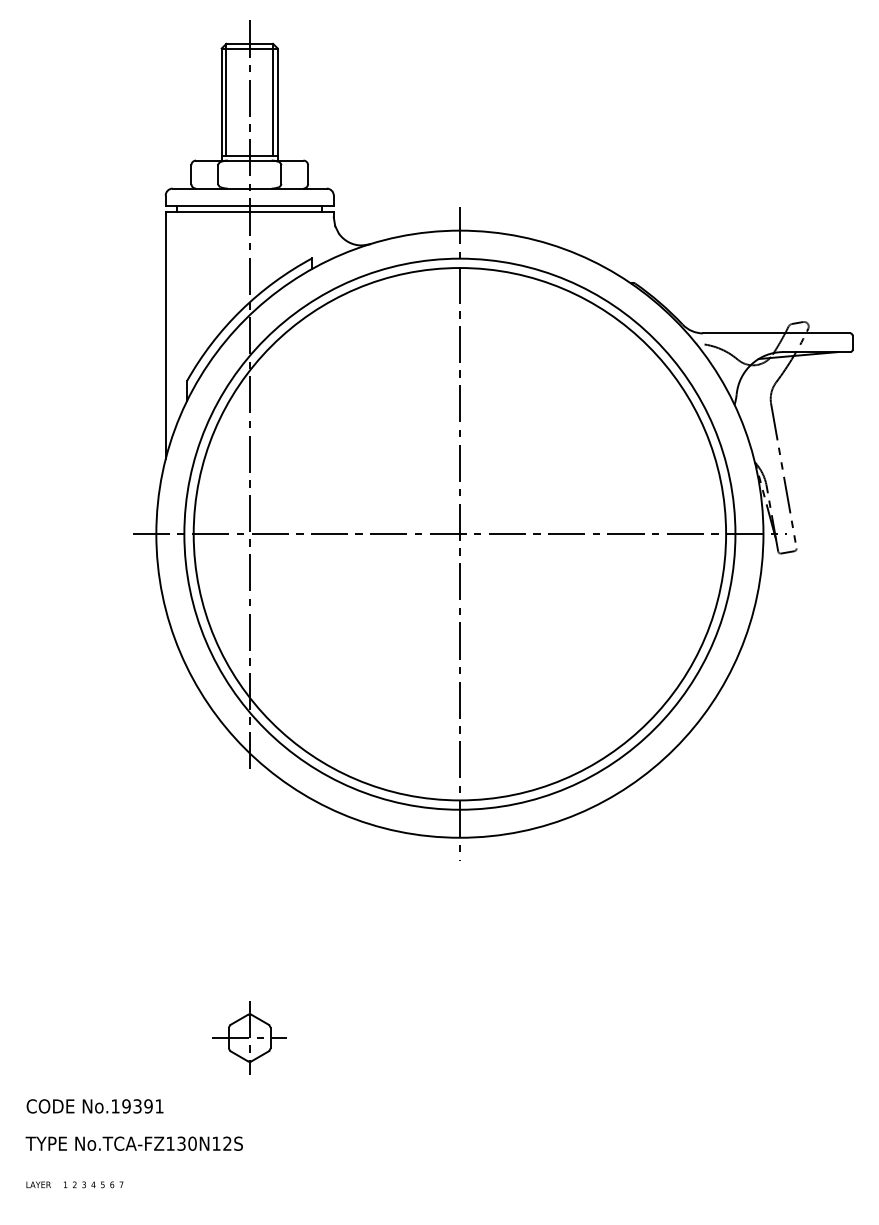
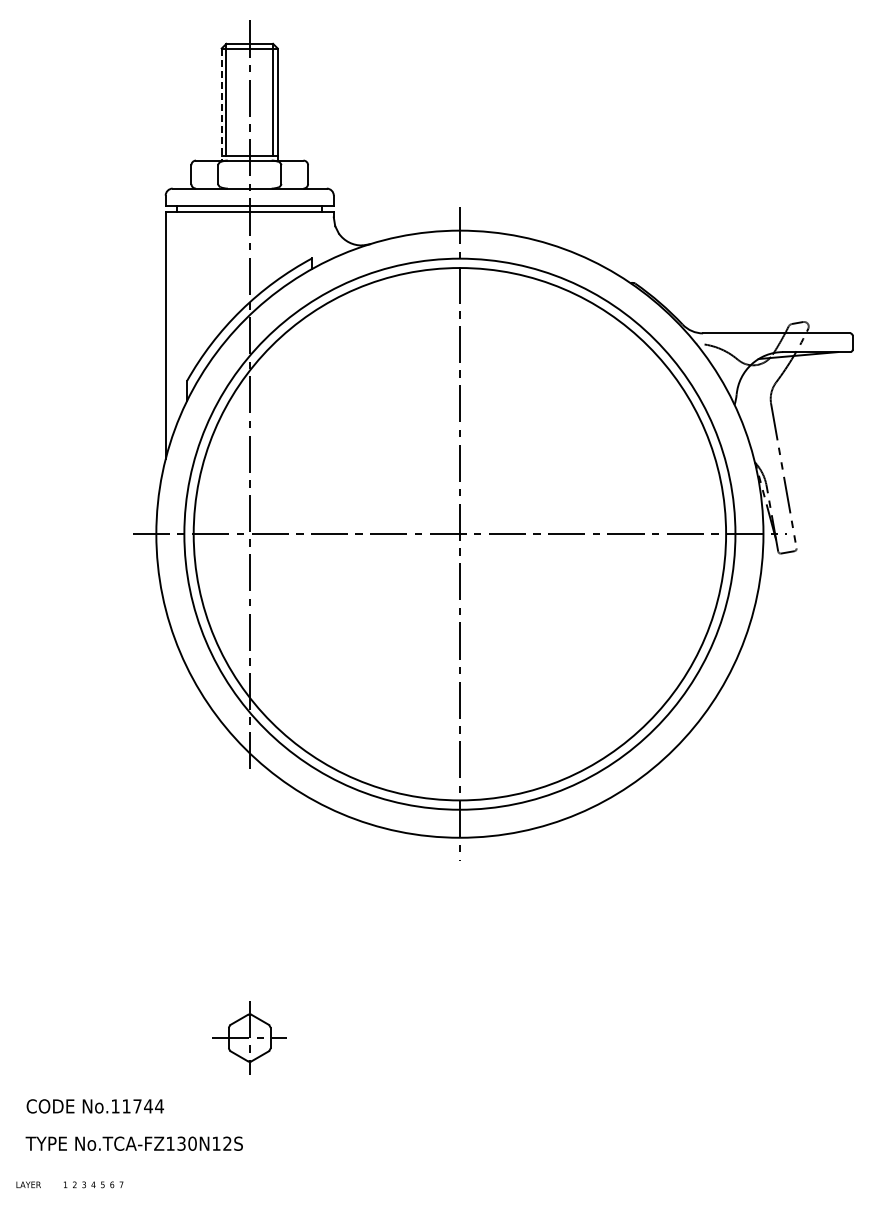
line at (221, 105): solid -> dashed
text at (143, 1106): No.19391 -> No.11744
text at (38, 1184) position: (38, 1184) -> (28, 1184)
